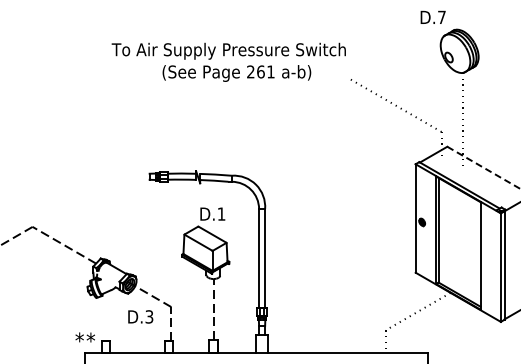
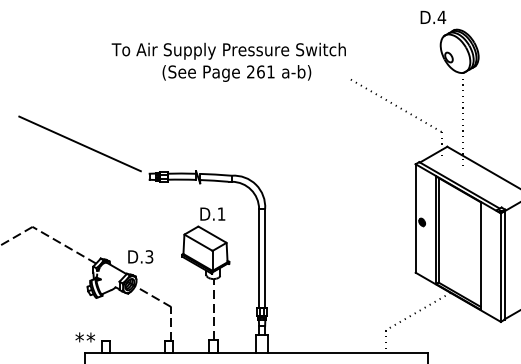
text at (441, 16): D.7 -> D.4
line at (79, 143): none -> present
line at (484, 168): dashed -> solid
text at (140, 316) position: (140, 316) -> (140, 256)
